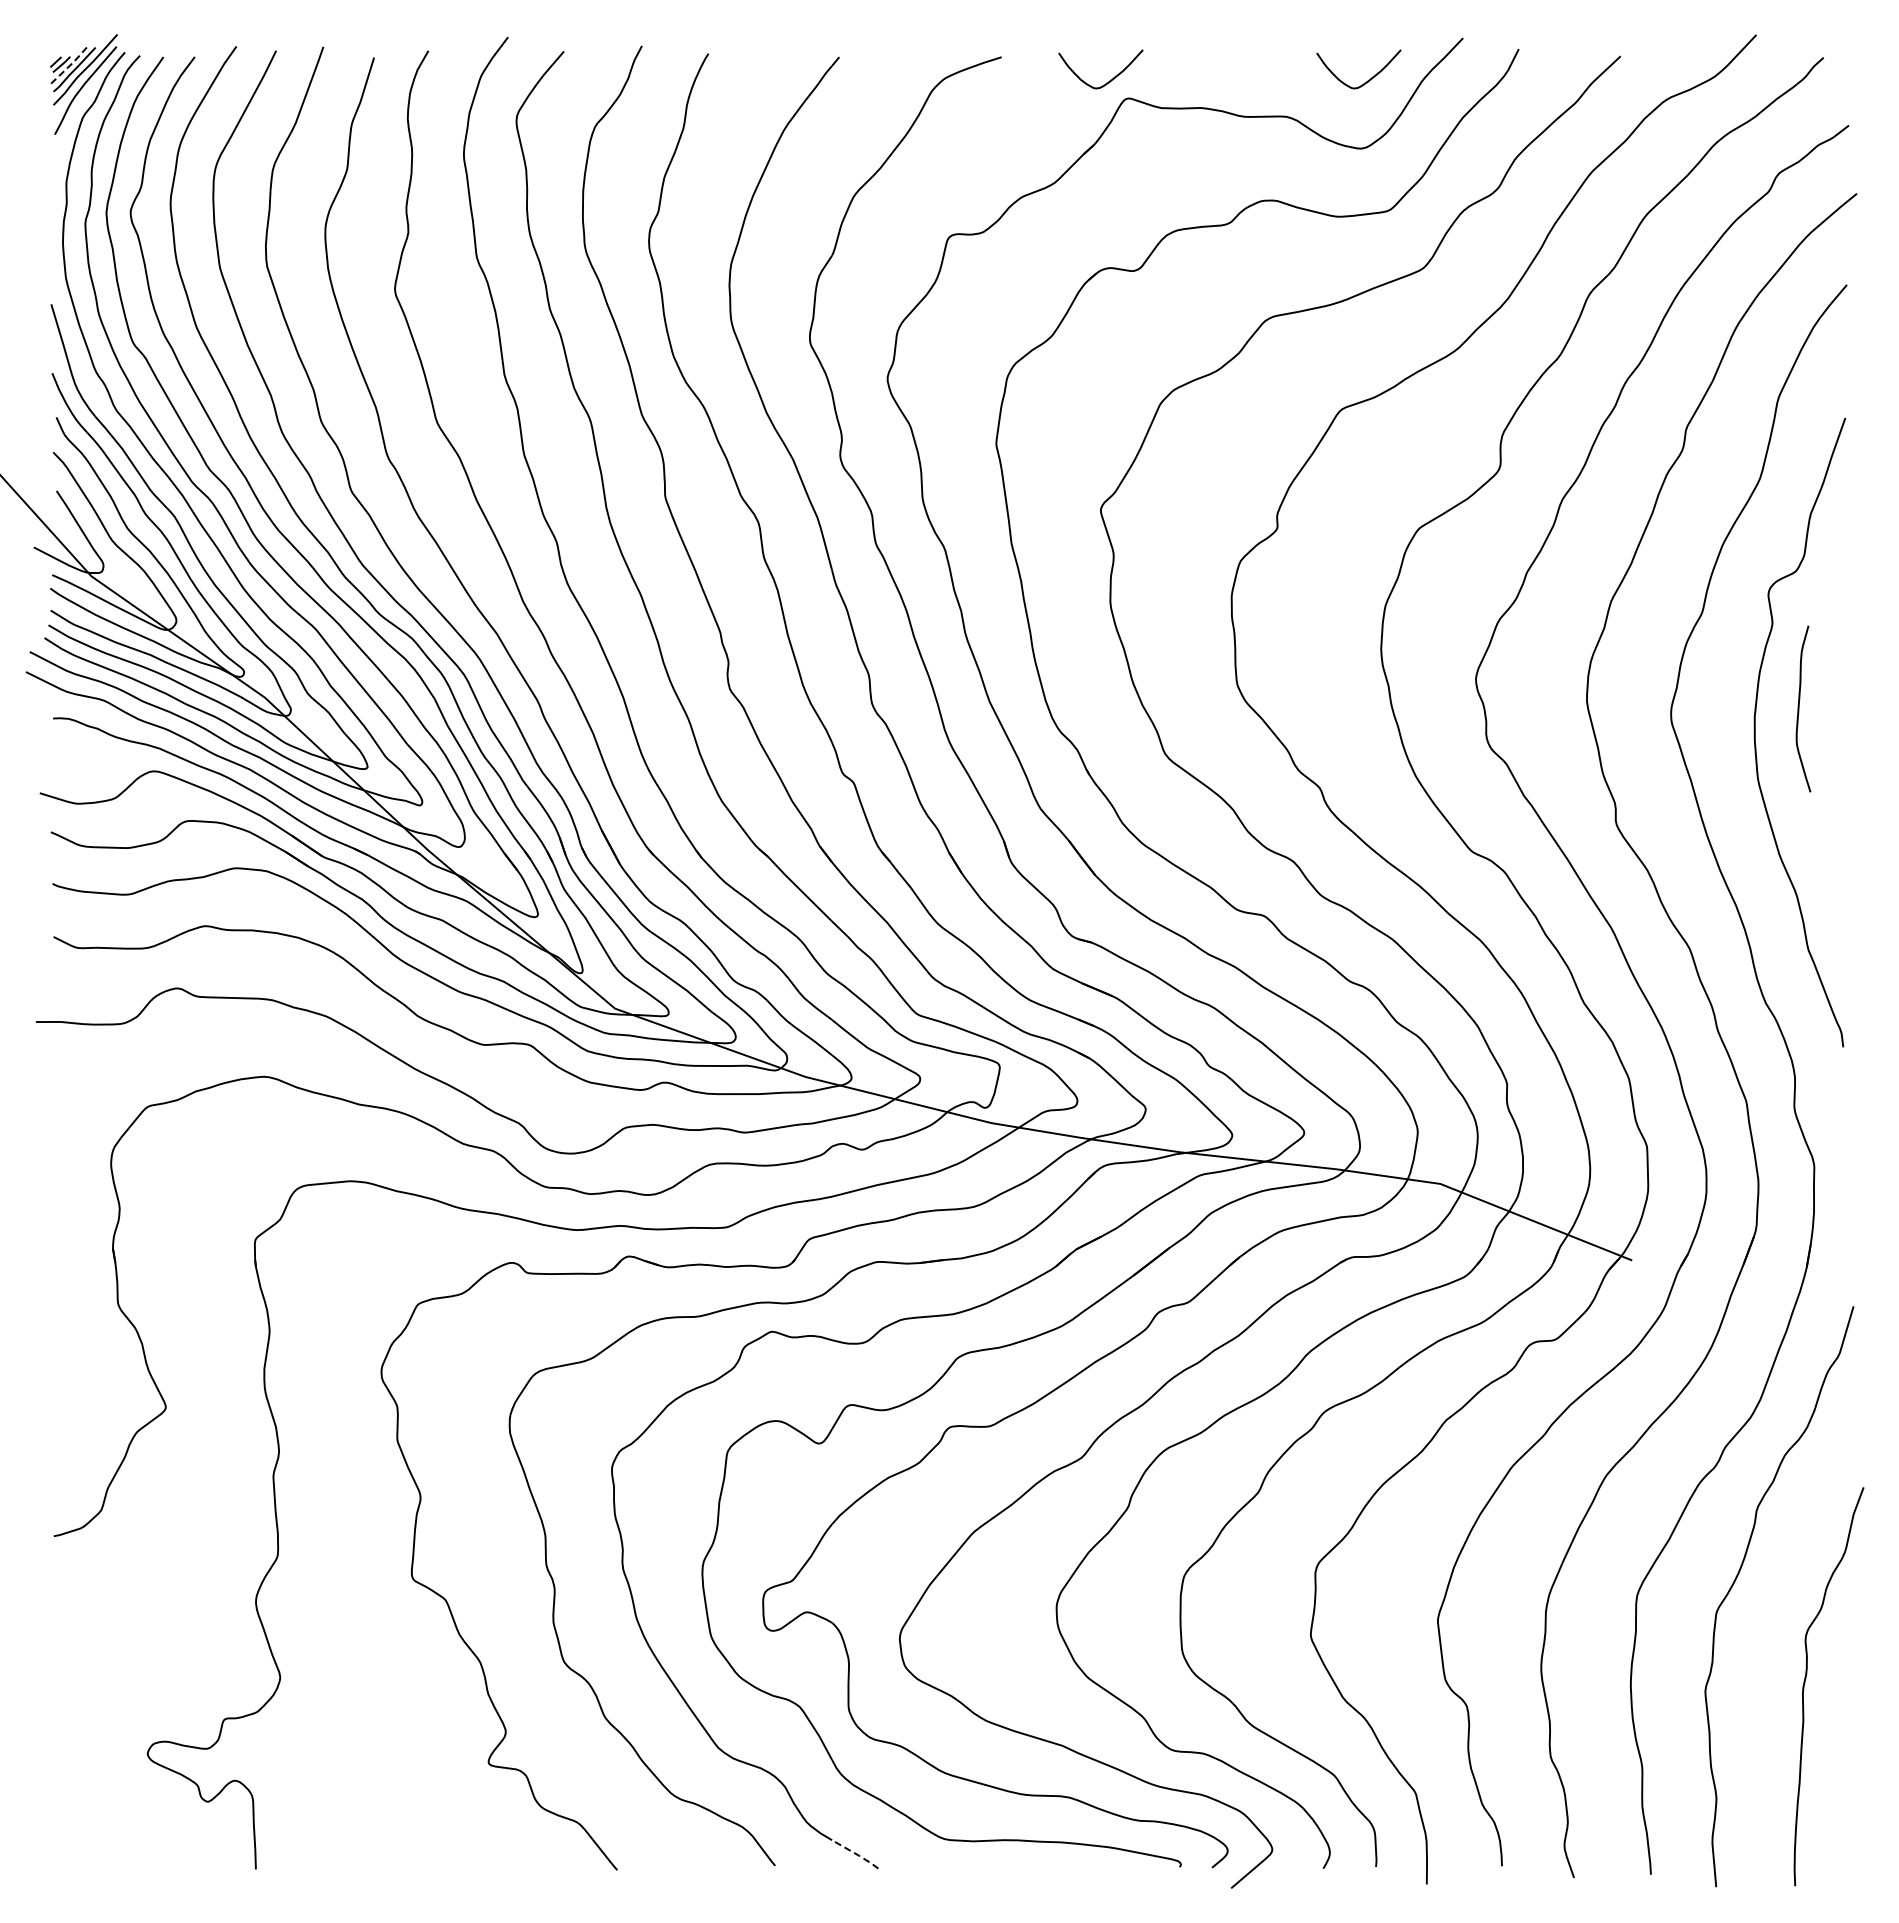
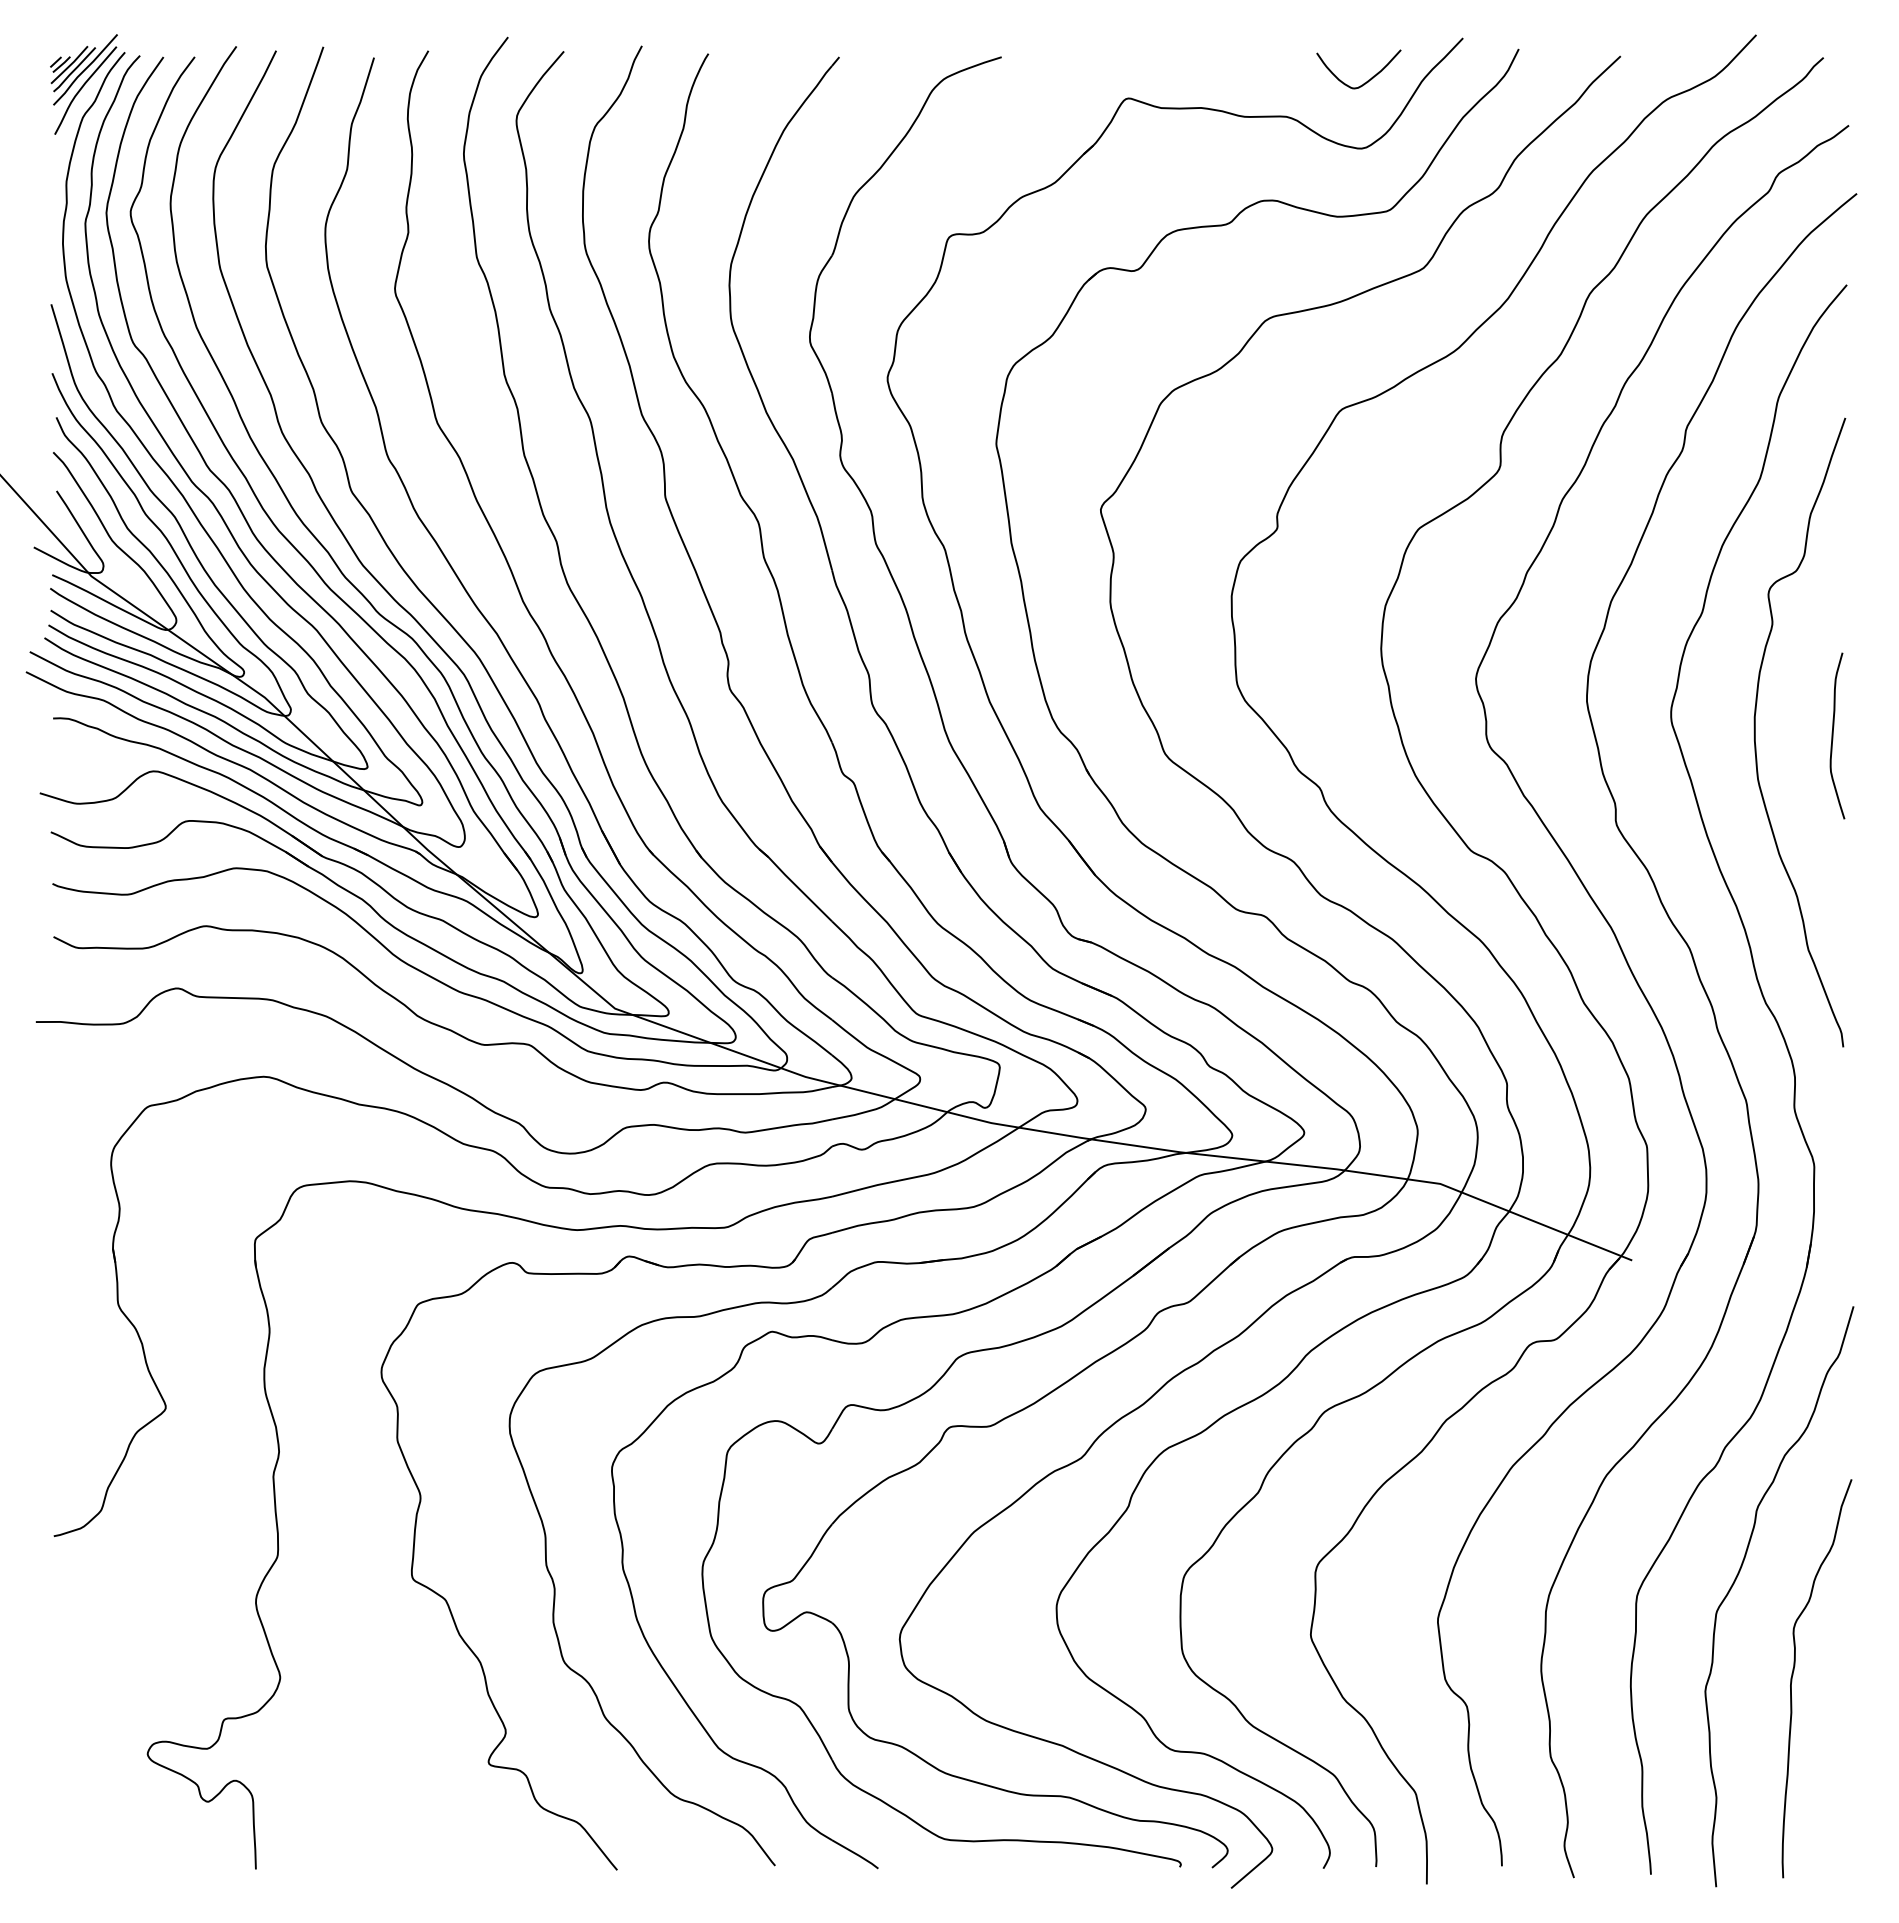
line at (70, 65): dashed -> solid
curve at (1109, 80): present -> none
curve at (1799, 708) position: (1799, 708) -> (1833, 735)
curve at (1805, 1683) position: (1805, 1683) -> (1793, 1675)
line at (856, 1854): dashed -> solid
